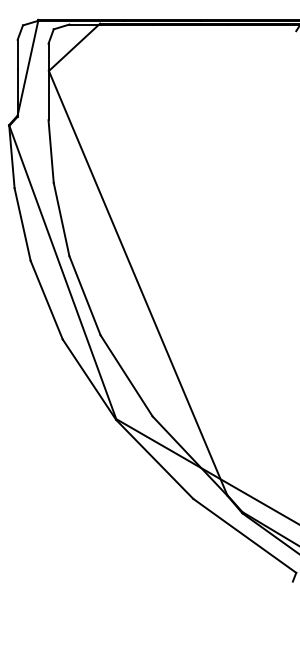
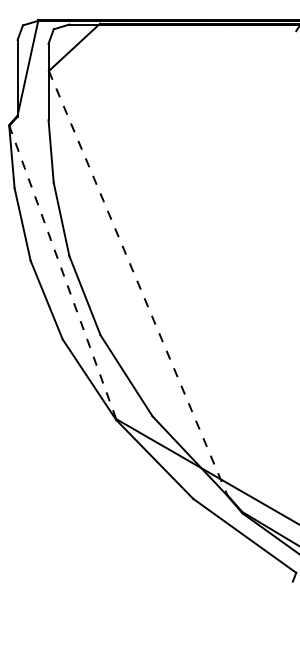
line at (62, 271): solid -> dashed
line at (138, 283): solid -> dashed
